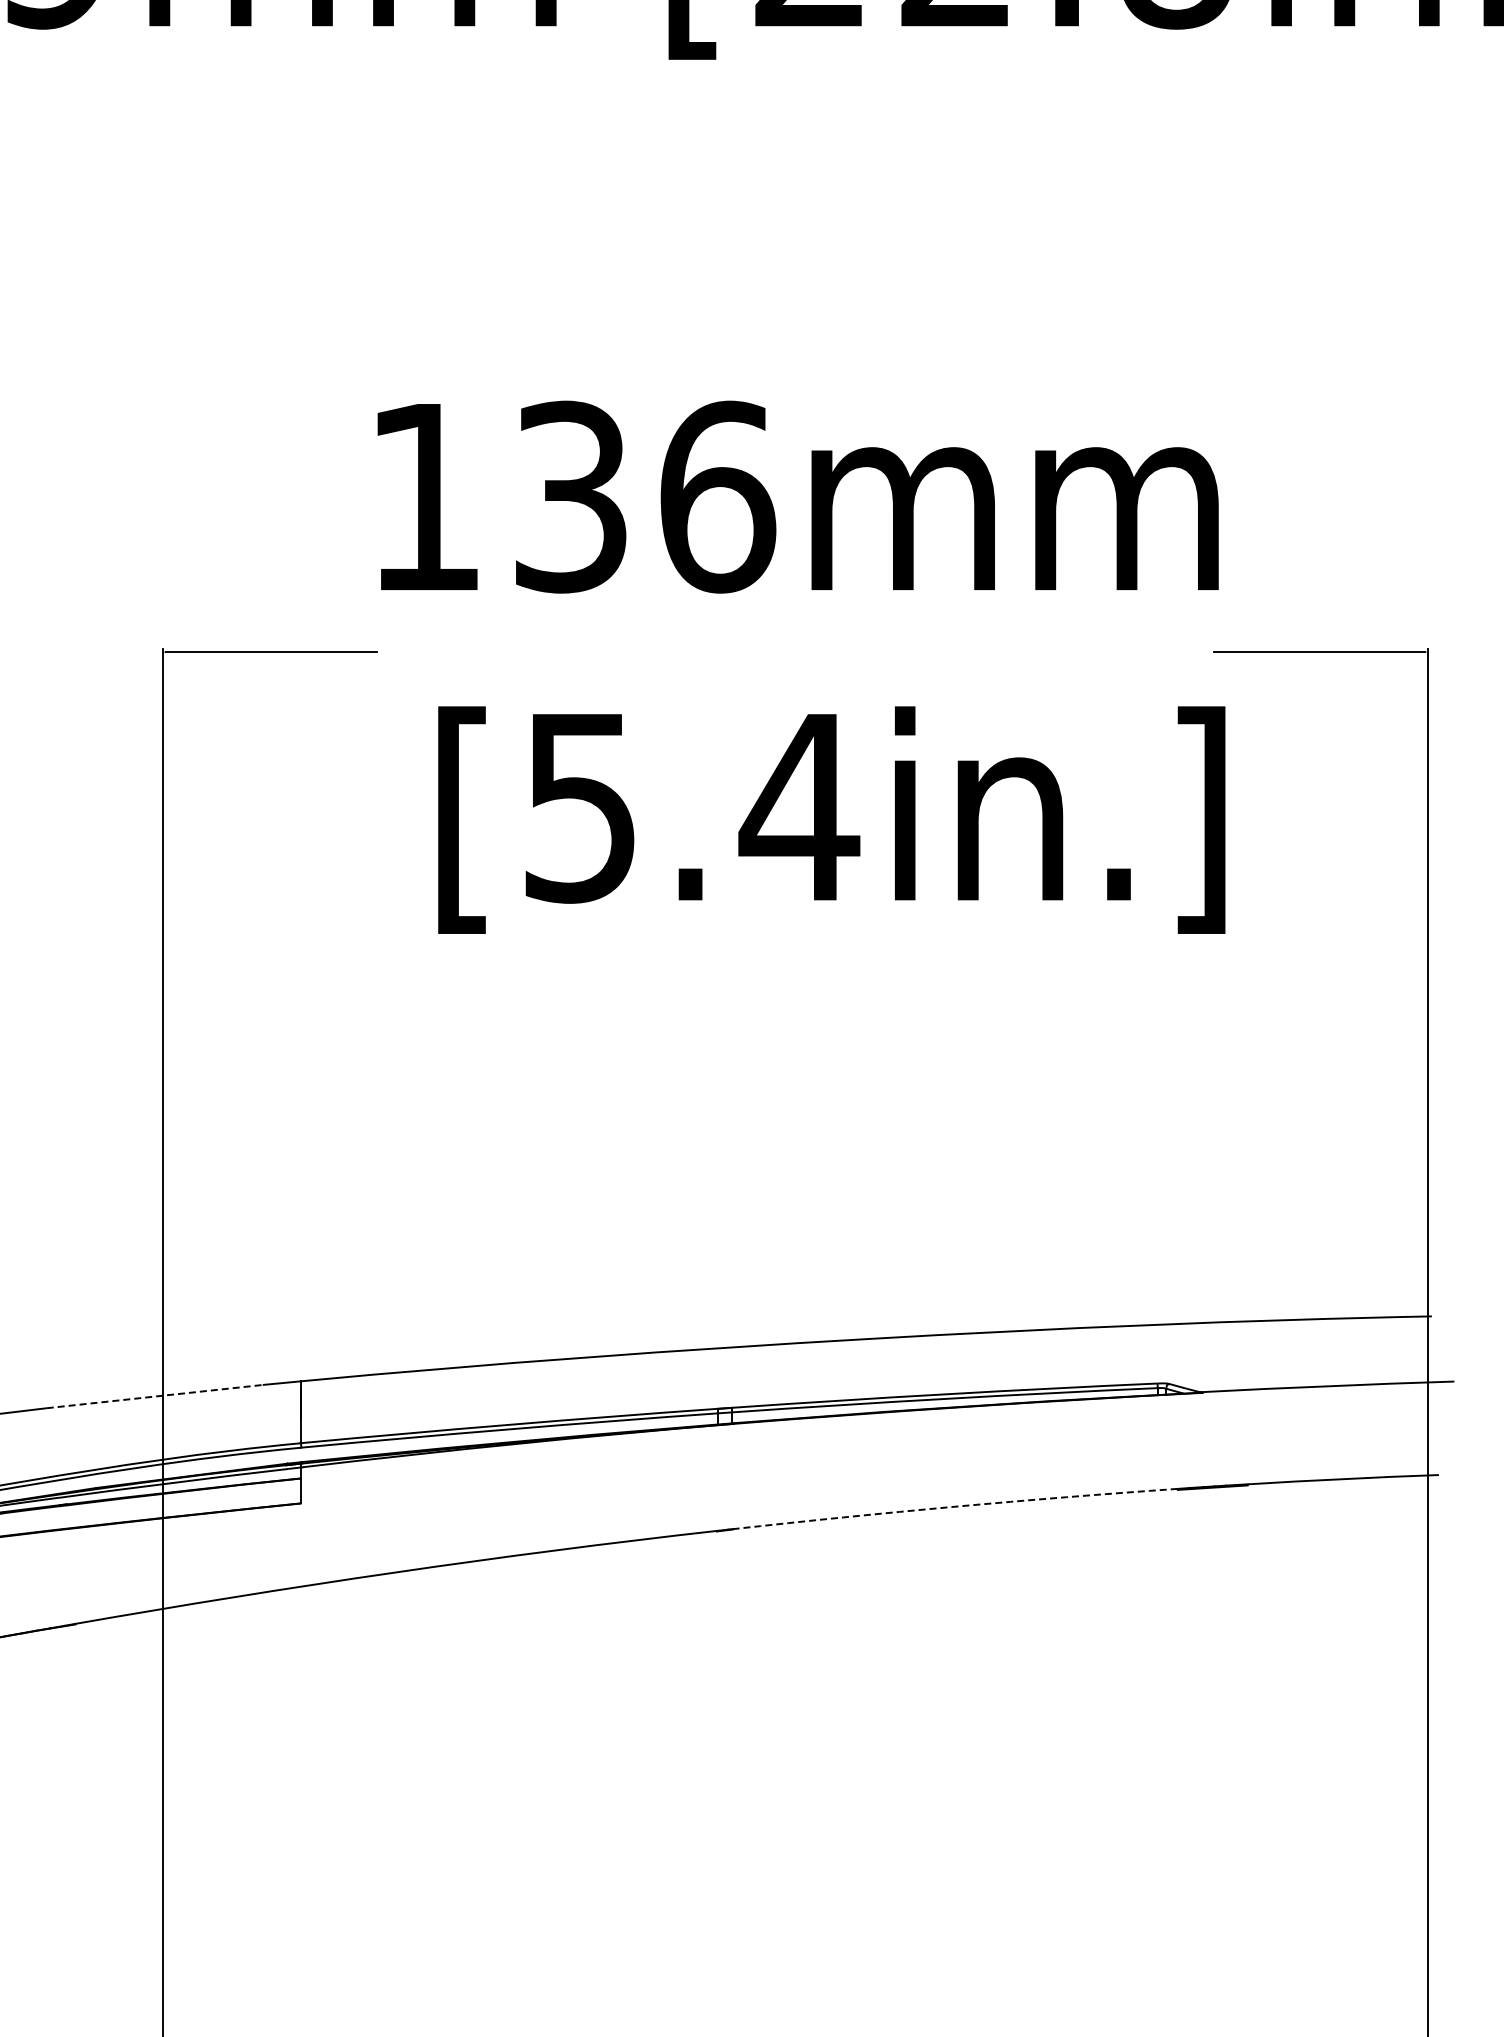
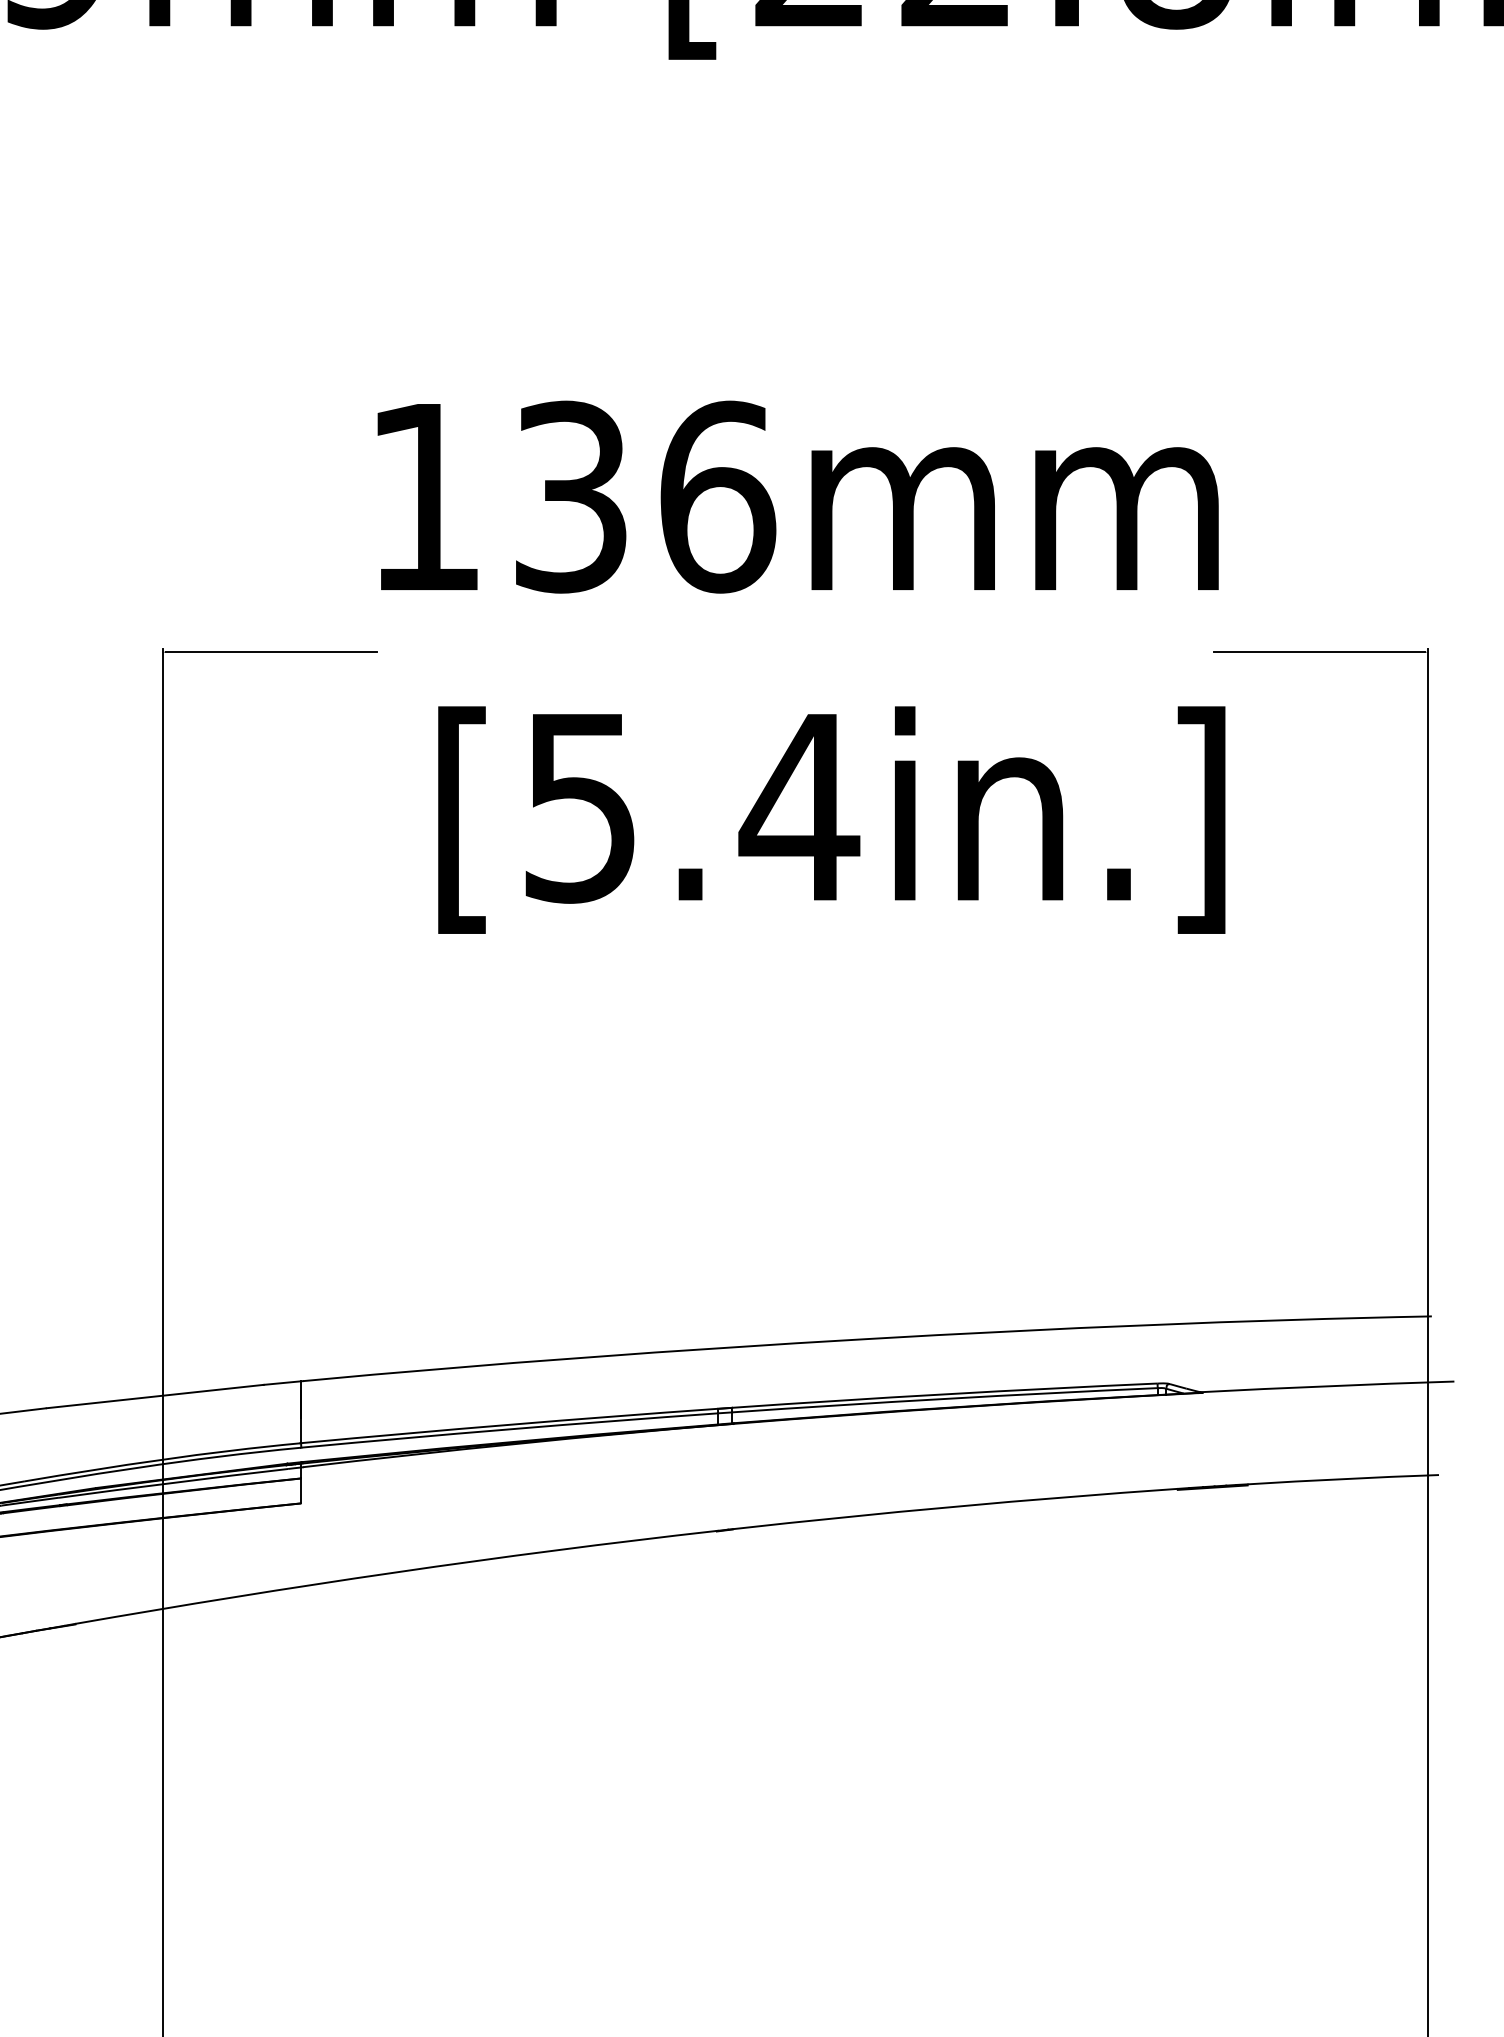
line at (155, 1396): dashed -> solid
arc at (954, 1506): dashed -> solid
